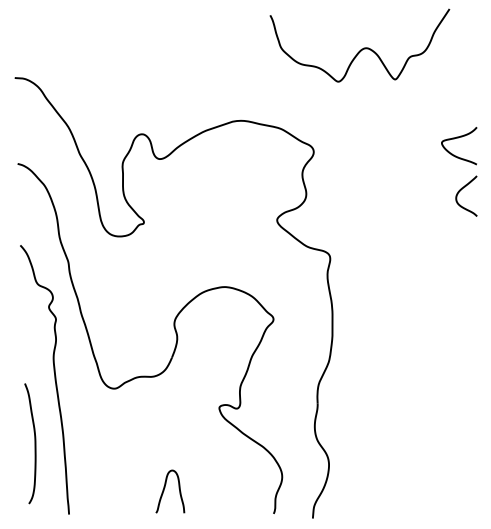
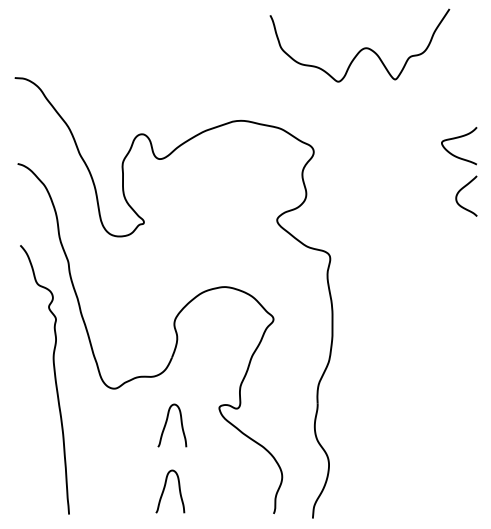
curve at (167, 422): none -> present
curve at (34, 443): present -> none
